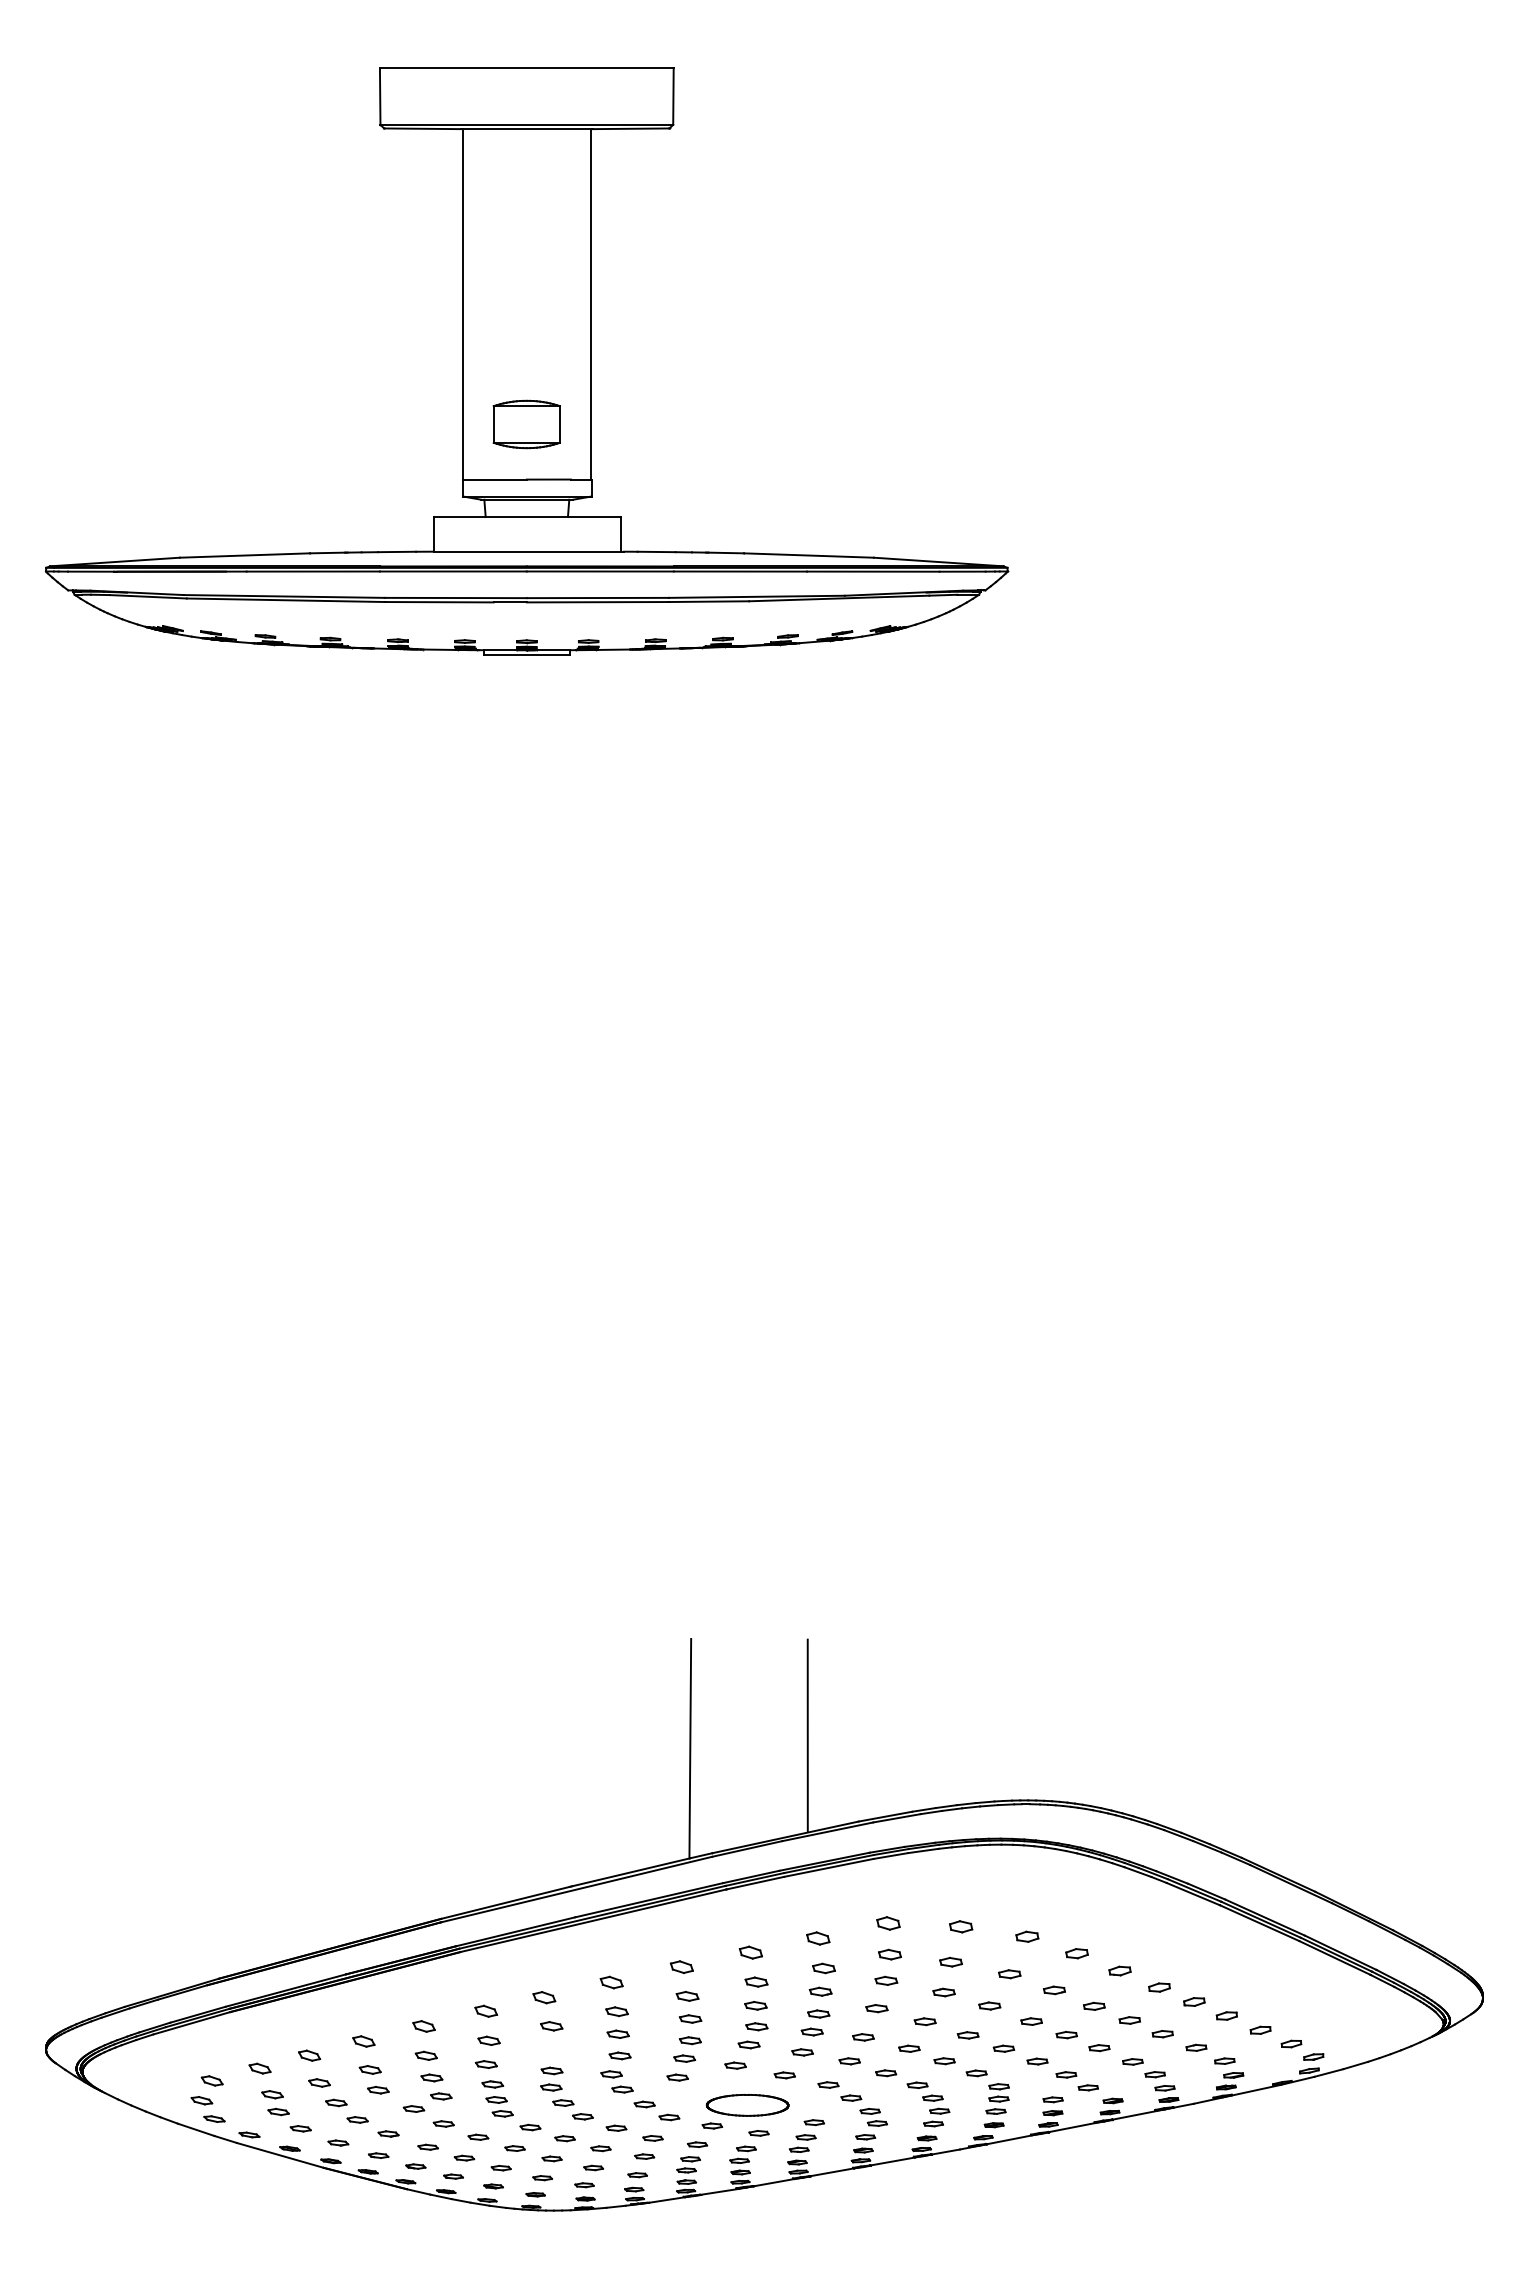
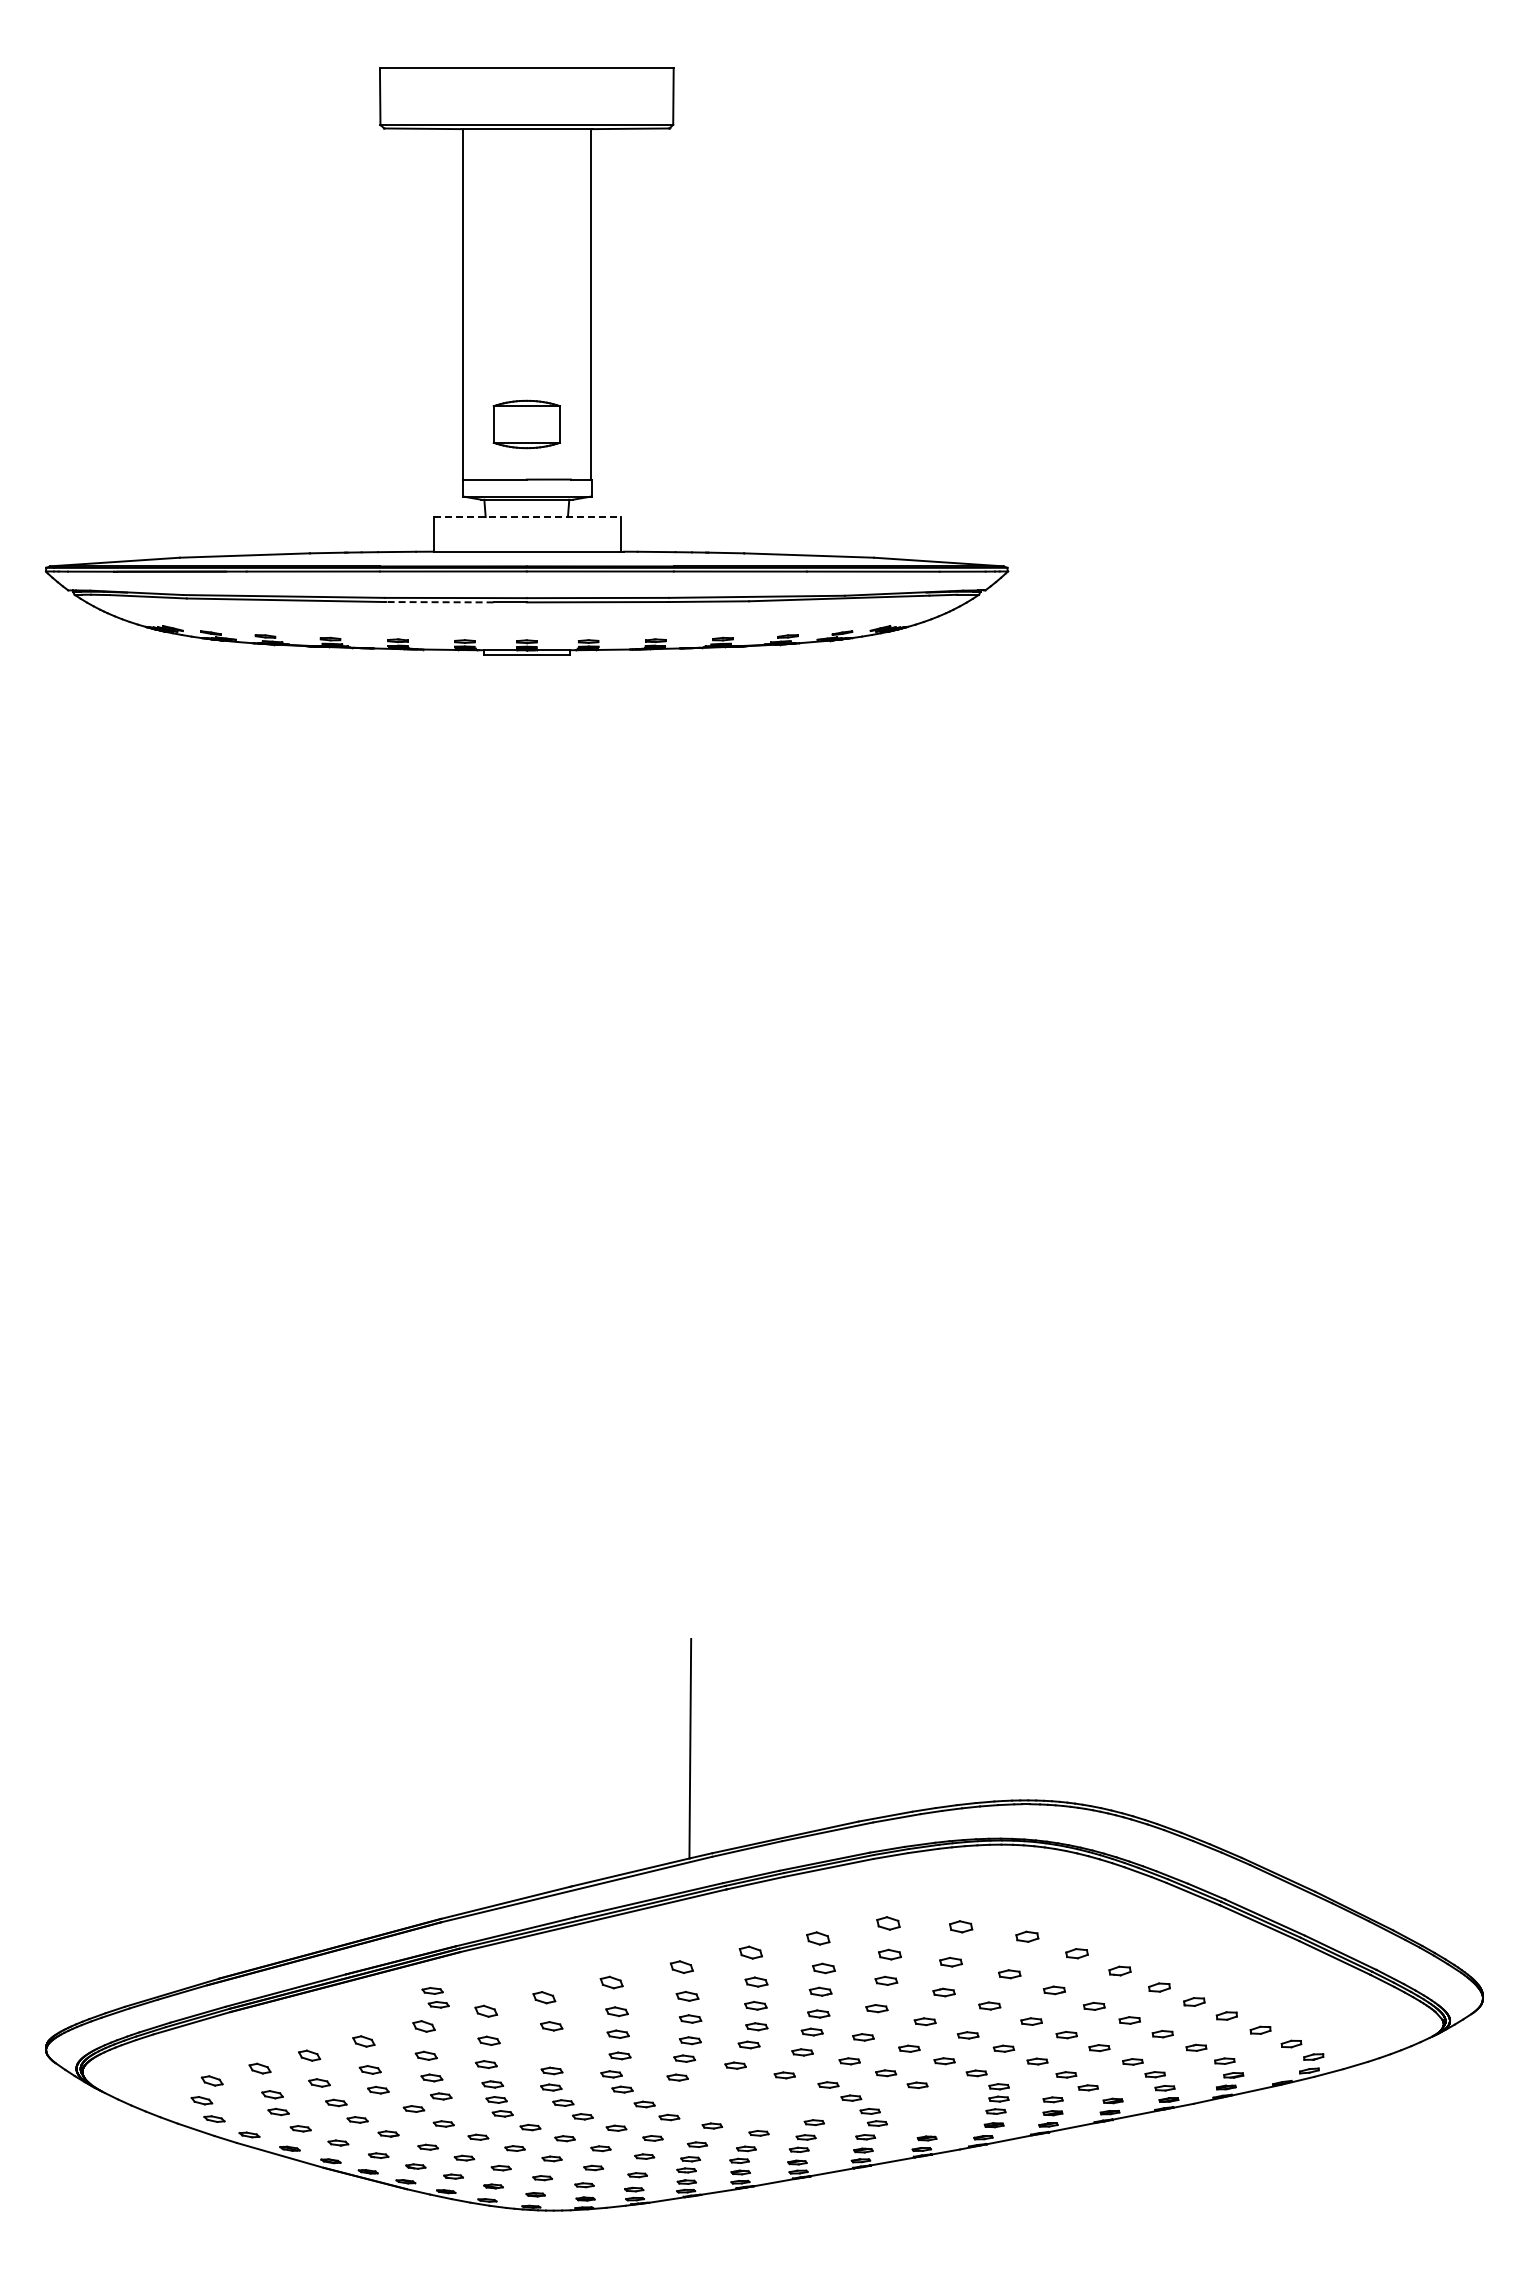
line at (527, 517): solid -> dashed
line at (439, 602): solid -> dashed
line at (807, 1735): present -> none
part at (435, 1997): none -> present
part at (747, 2105): present -> none
part at (936, 2110): present -> none
